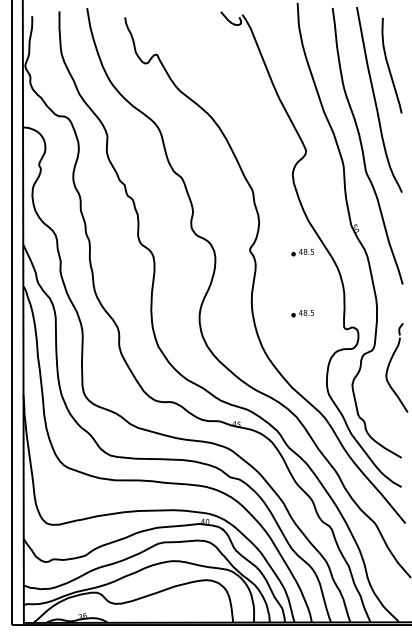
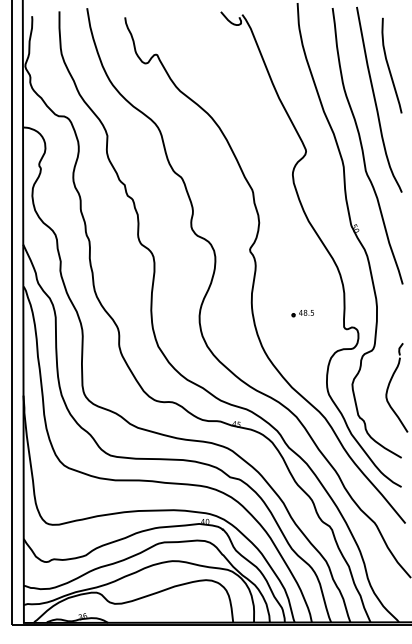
part at (302, 252): present -> none
part at (389, 366) position: (389, 366) -> (389, 386)
